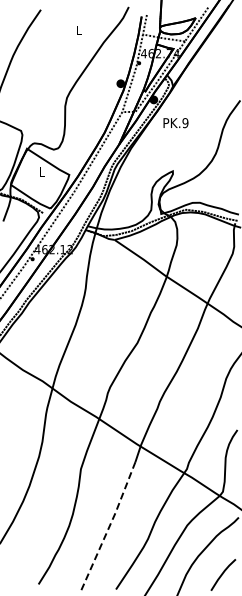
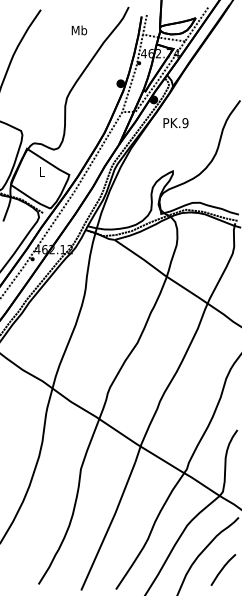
text at (79, 30): L -> Mb
line at (109, 526): dashed -> solid
line at (223, 574) position: (223, 574) -> (223, 569)
